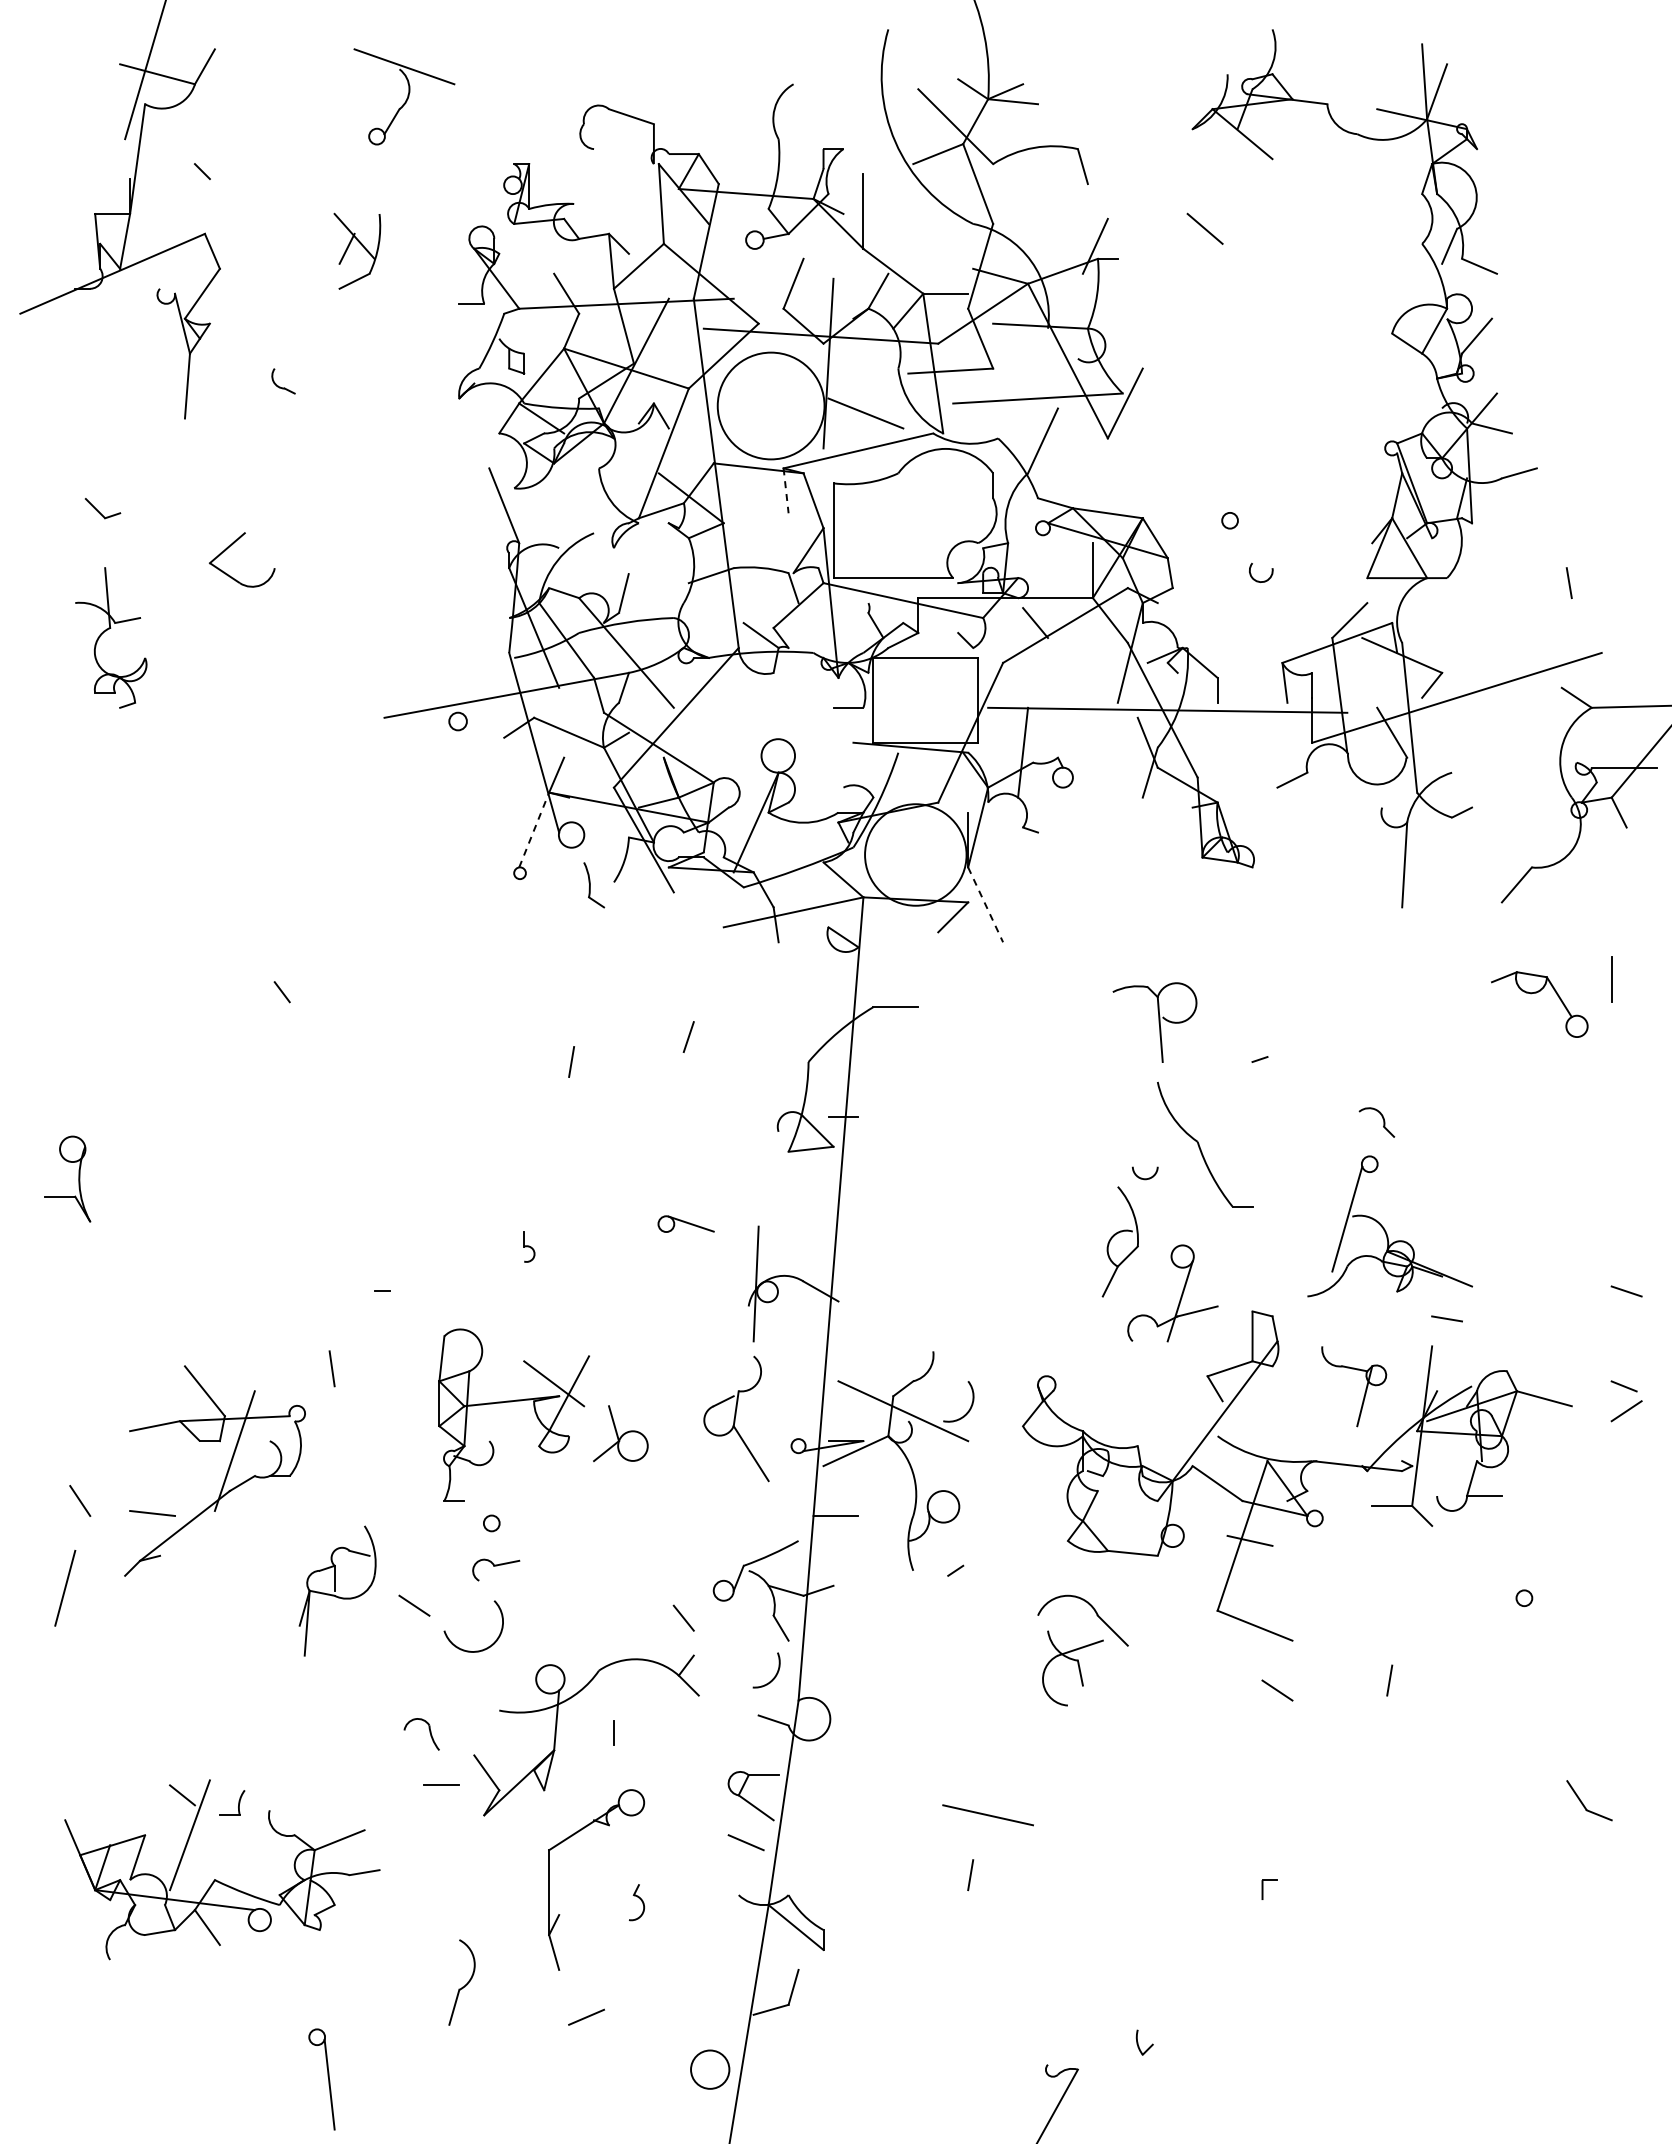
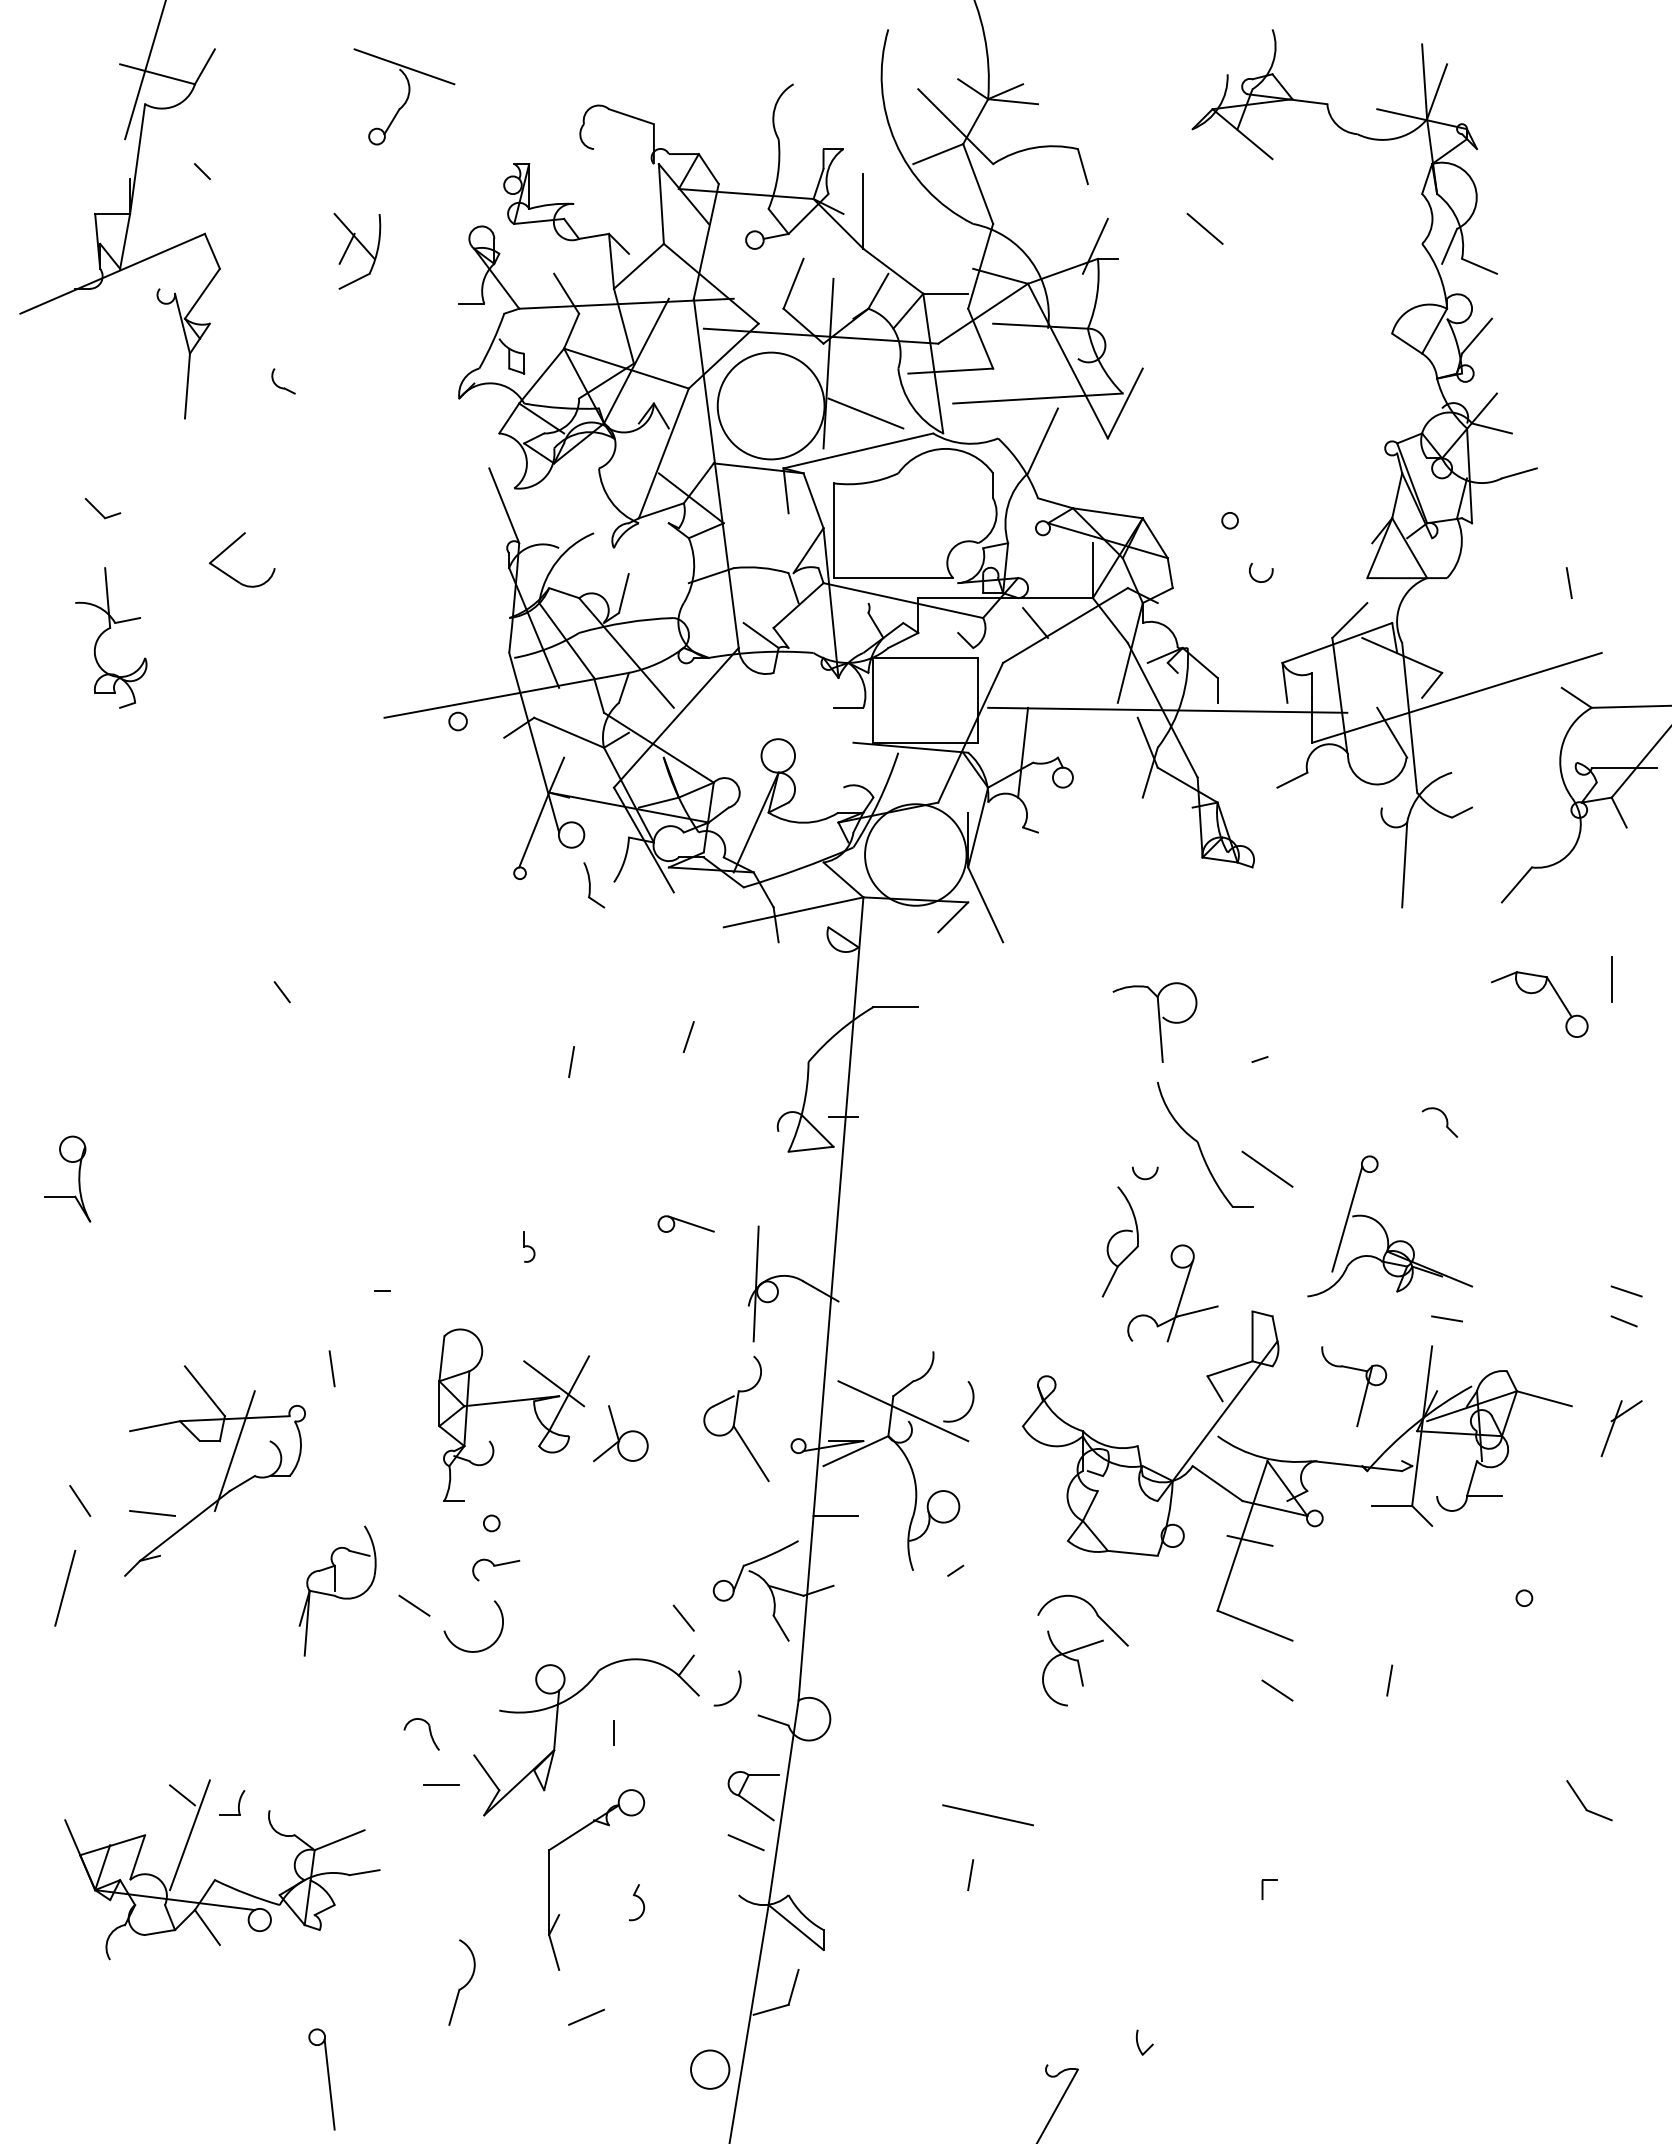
line at (786, 490): dashed -> solid
line at (534, 829): dashed -> solid
line at (985, 905): dashed -> solid
part at (1383, 1122) position: (1383, 1122) -> (1446, 1122)
line at (1267, 1168): none -> present
line at (1623, 1386) position: (1623, 1386) -> (1623, 1321)
line at (1611, 1428): none -> present
arc at (775, 1674) position: (775, 1674) -> (736, 1692)
